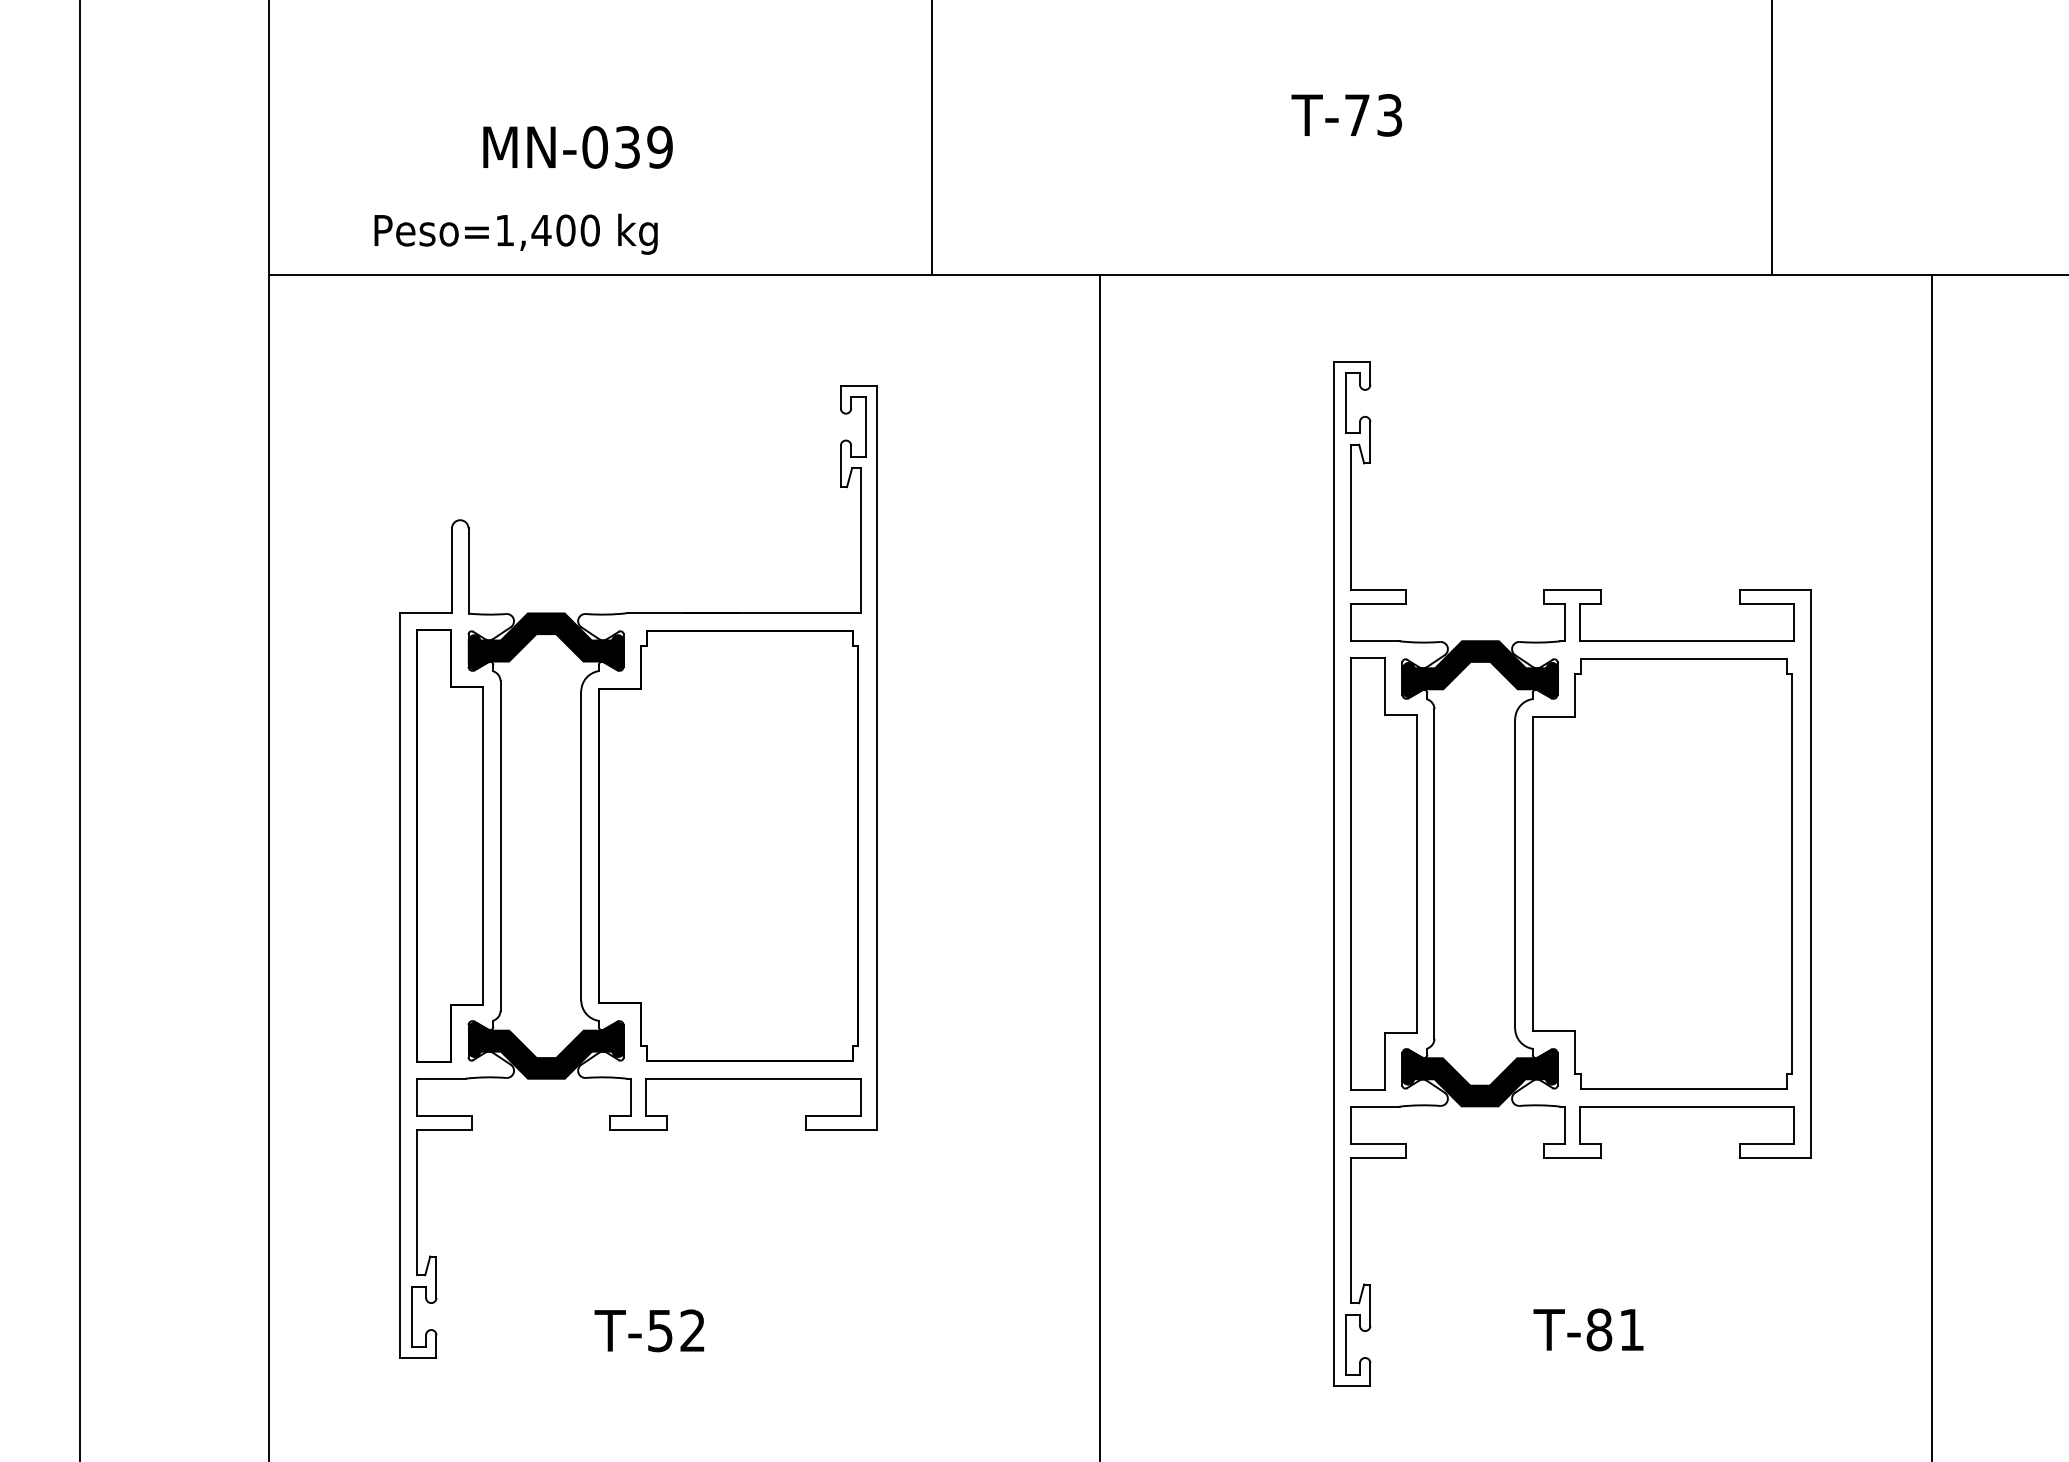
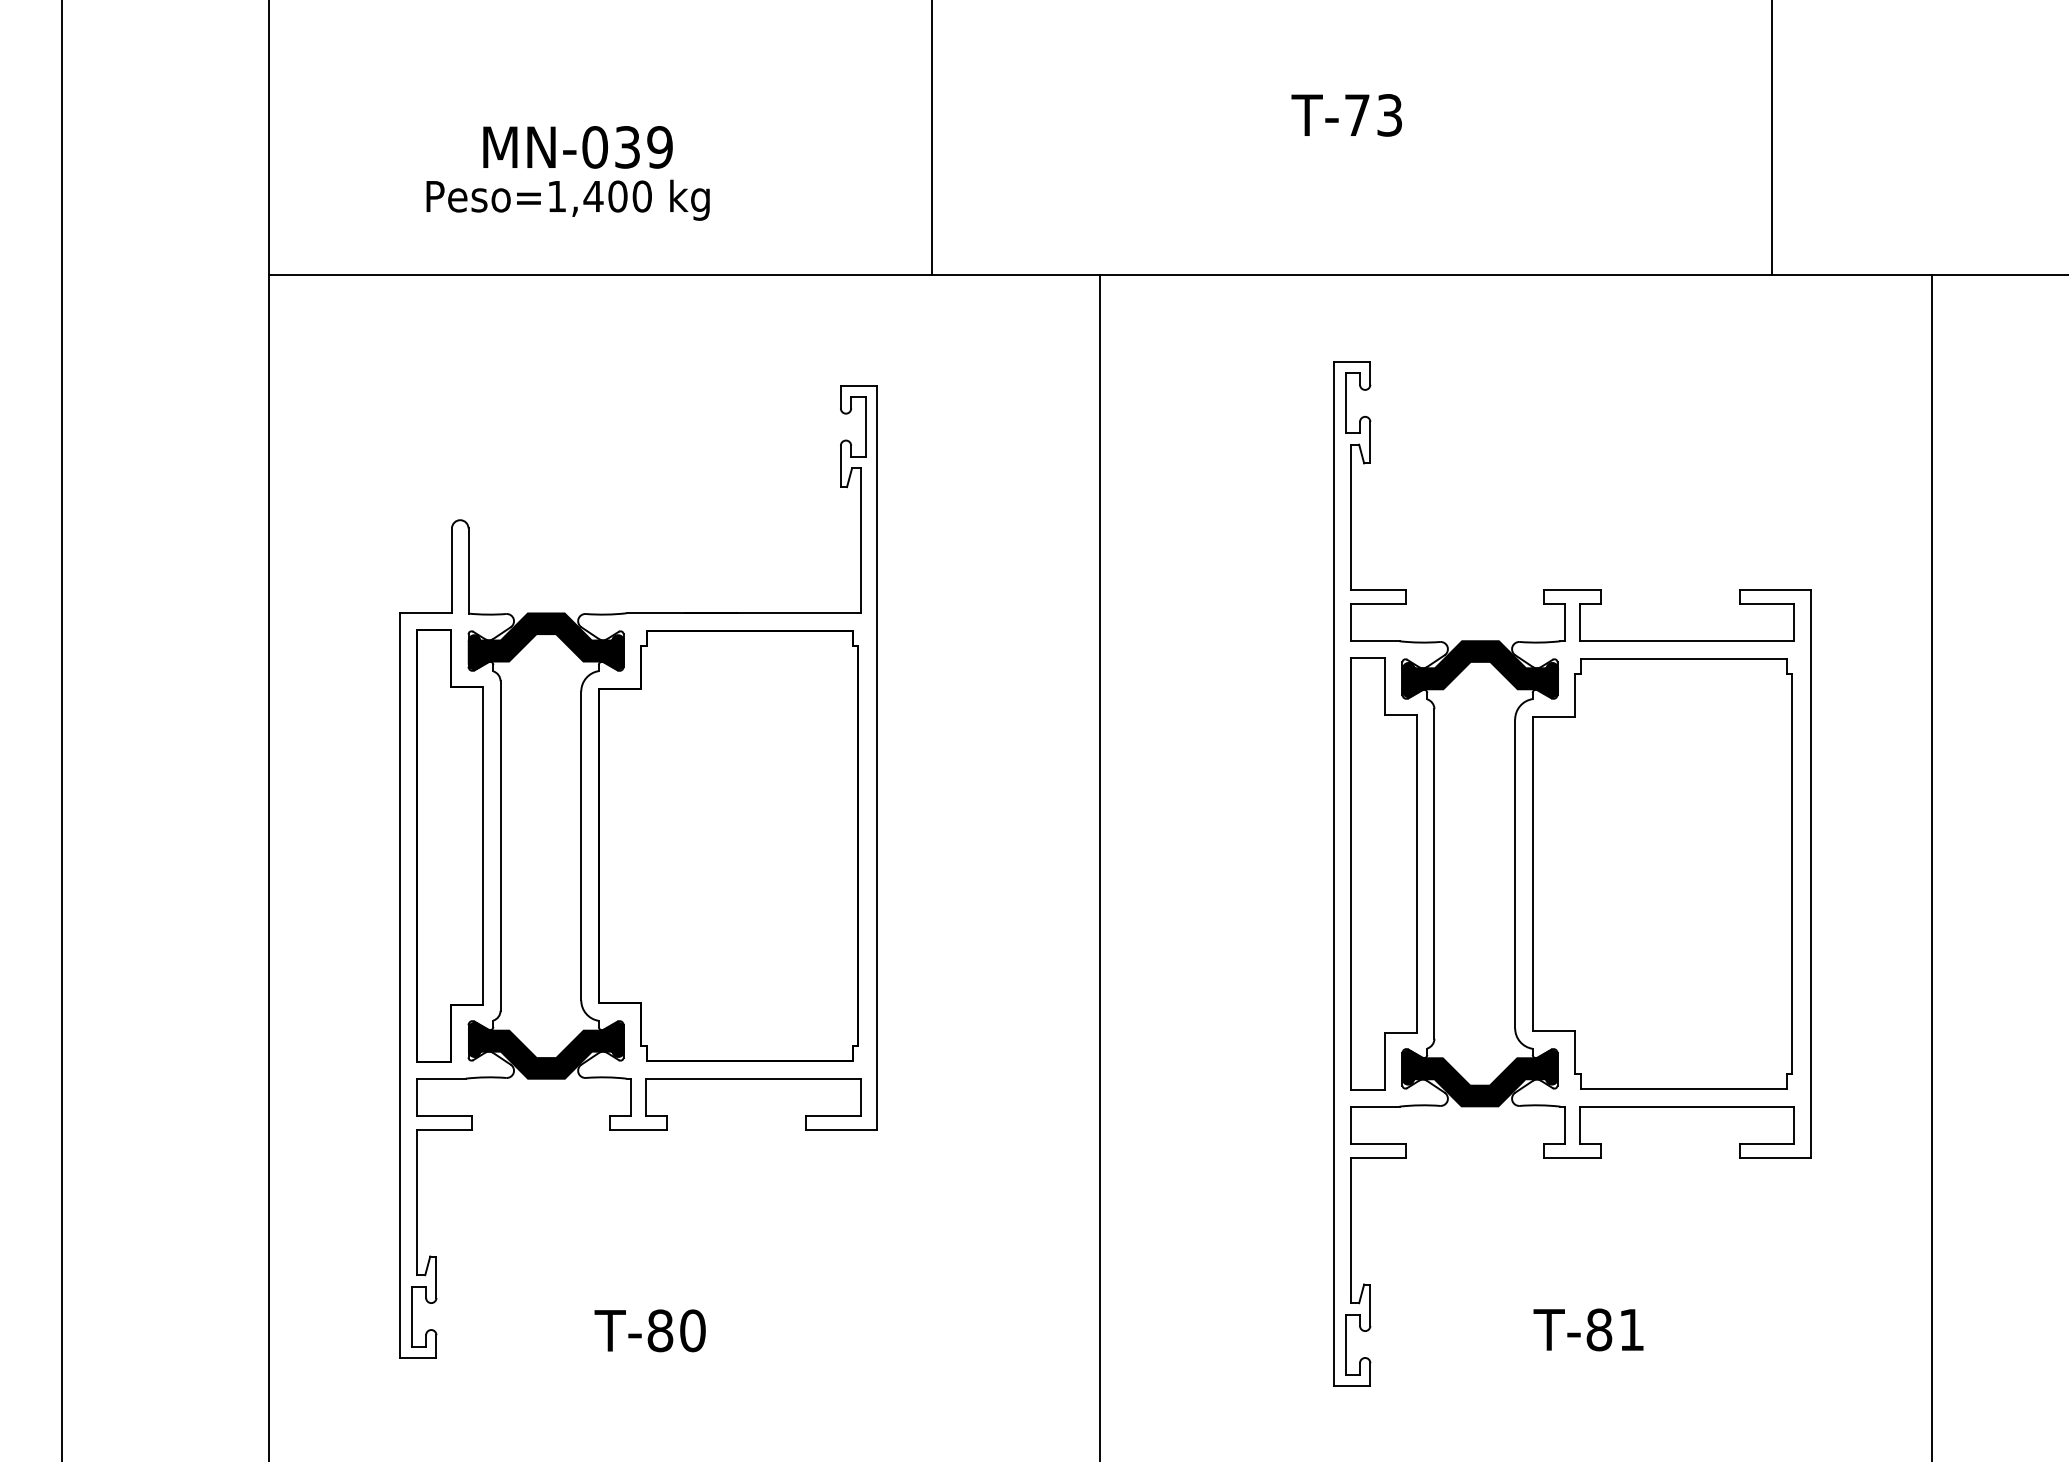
text at (515, 233) position: (515, 233) -> (567, 199)
line at (80, 730) position: (80, 730) -> (62, 730)
text at (676, 1330): T-52 -> T-80
